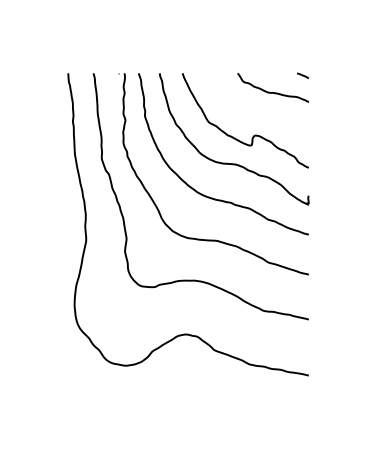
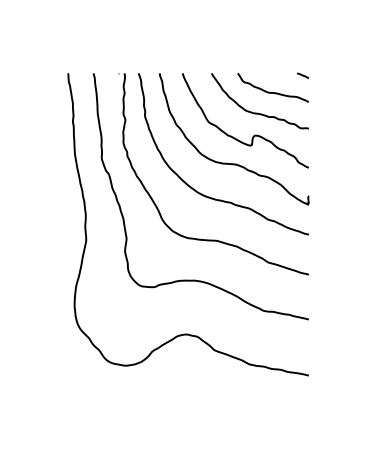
curve at (257, 112): none -> present
